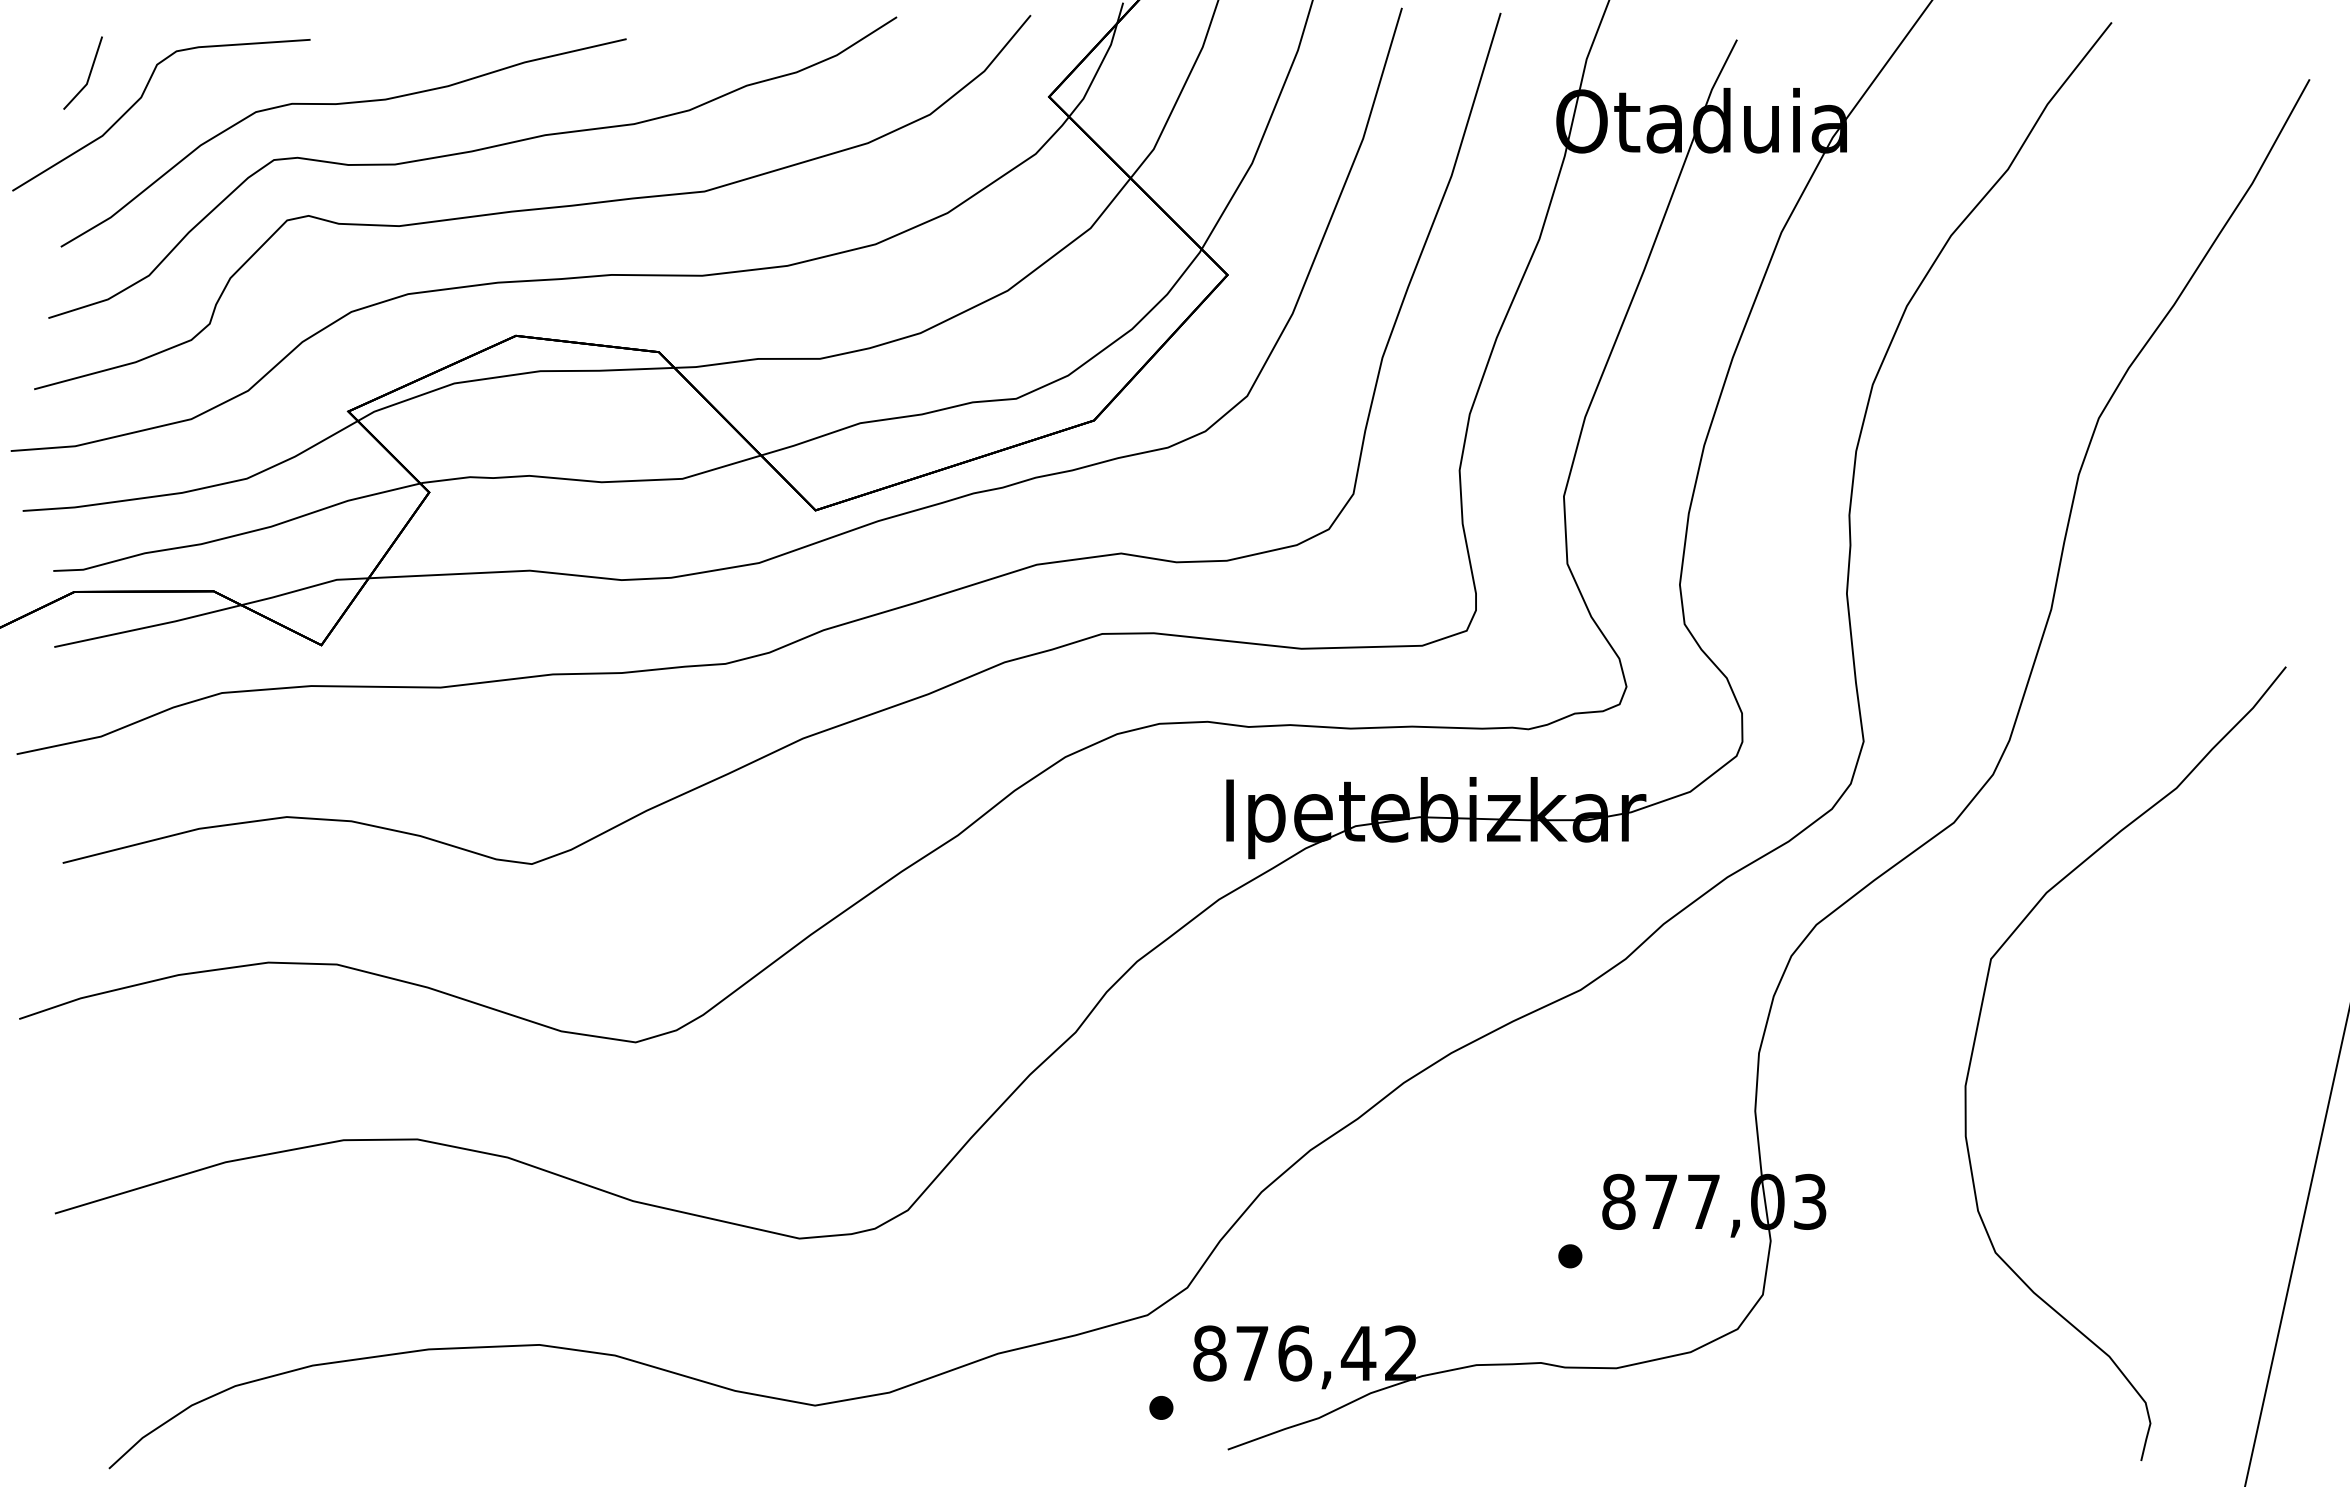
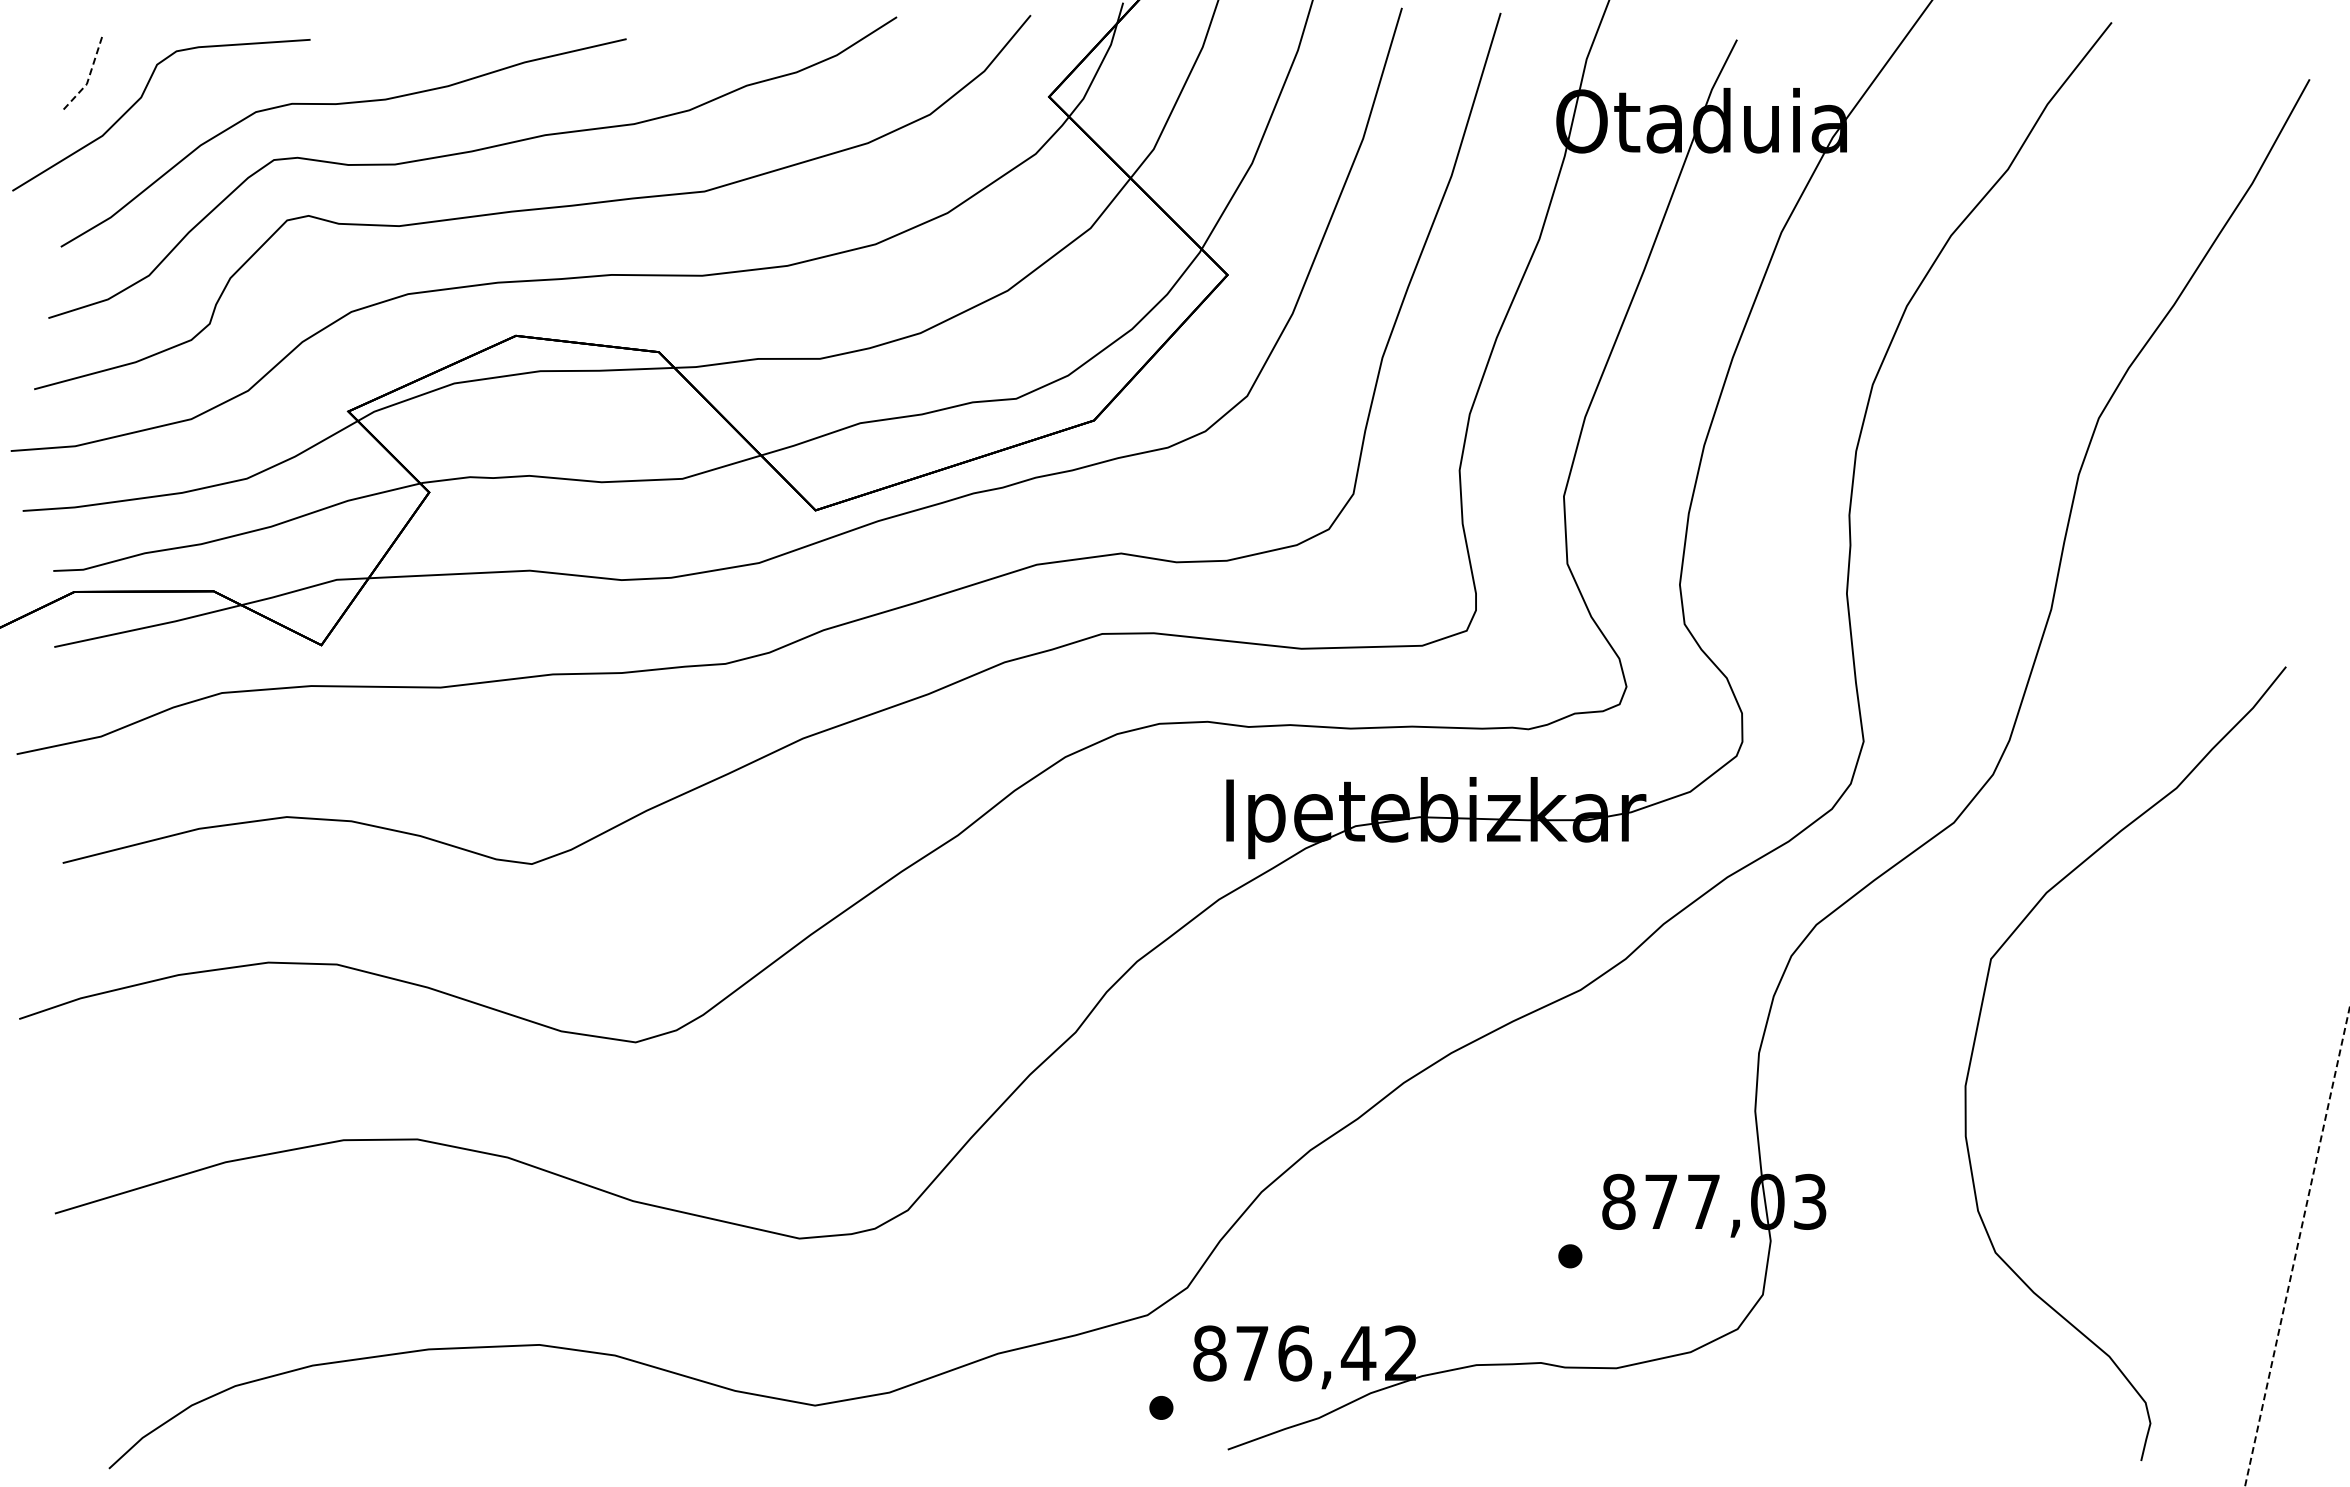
line at (89, 76): solid -> dashed
line at (2297, 1246): solid -> dashed
